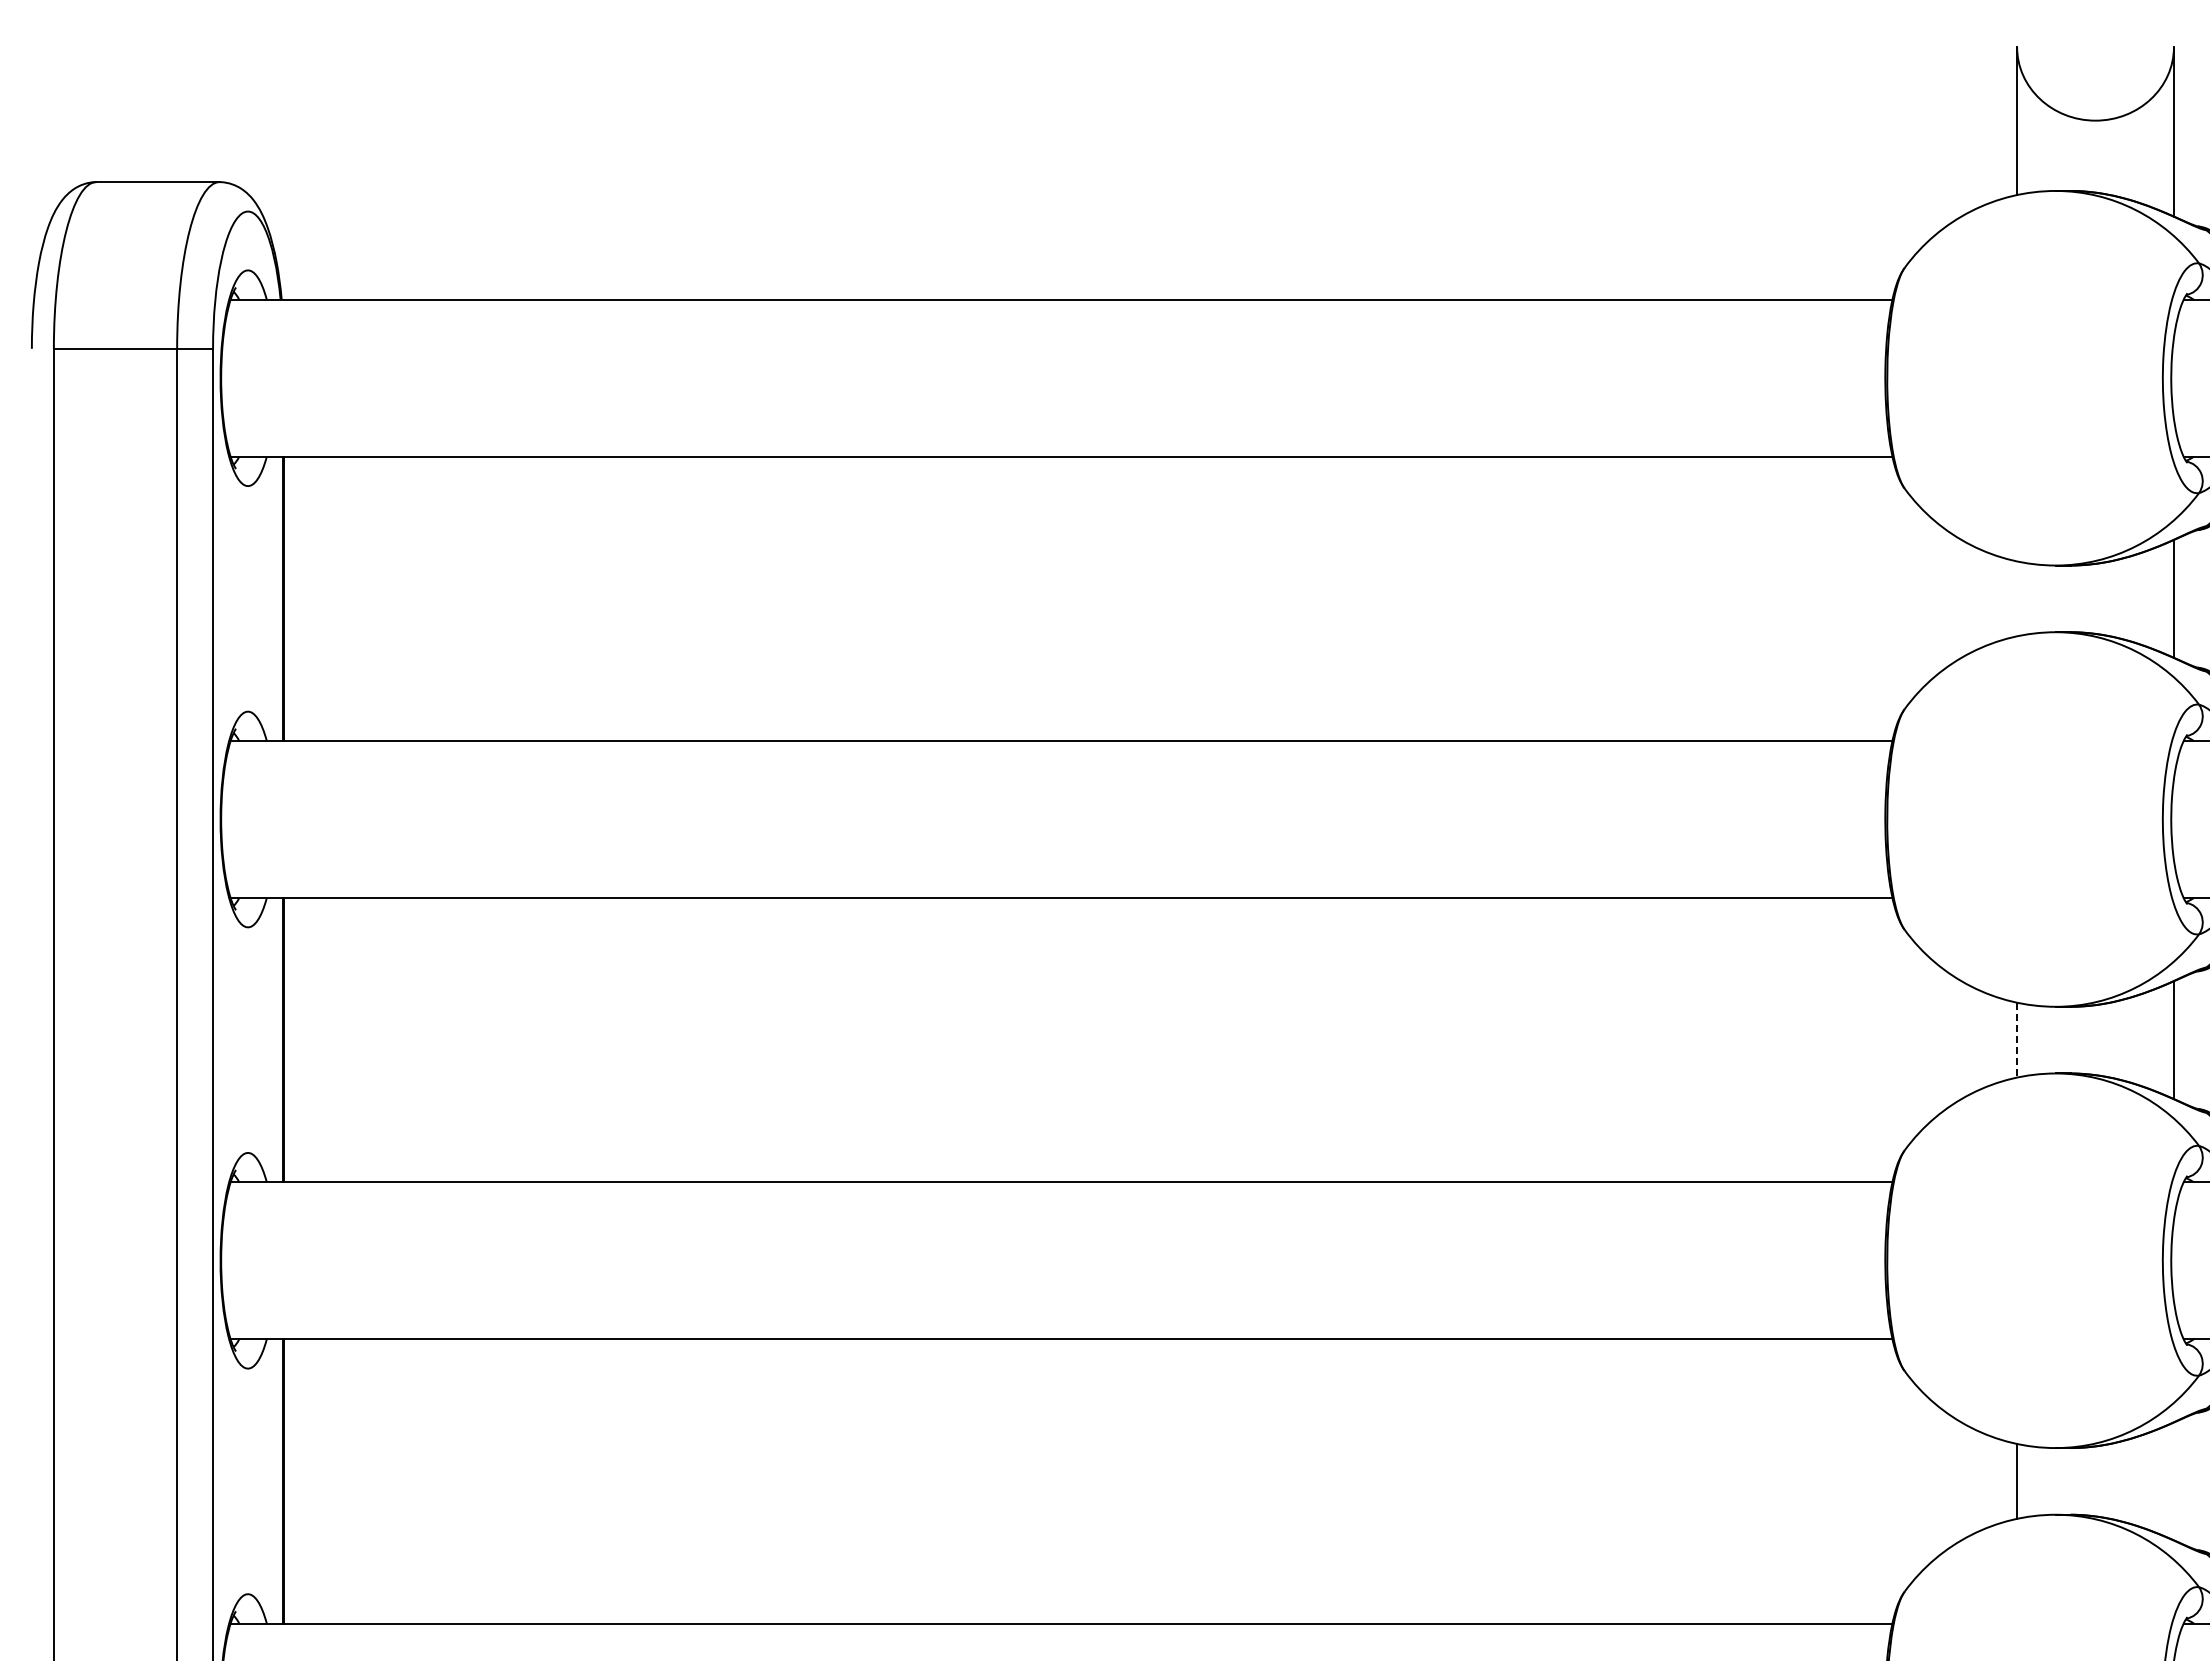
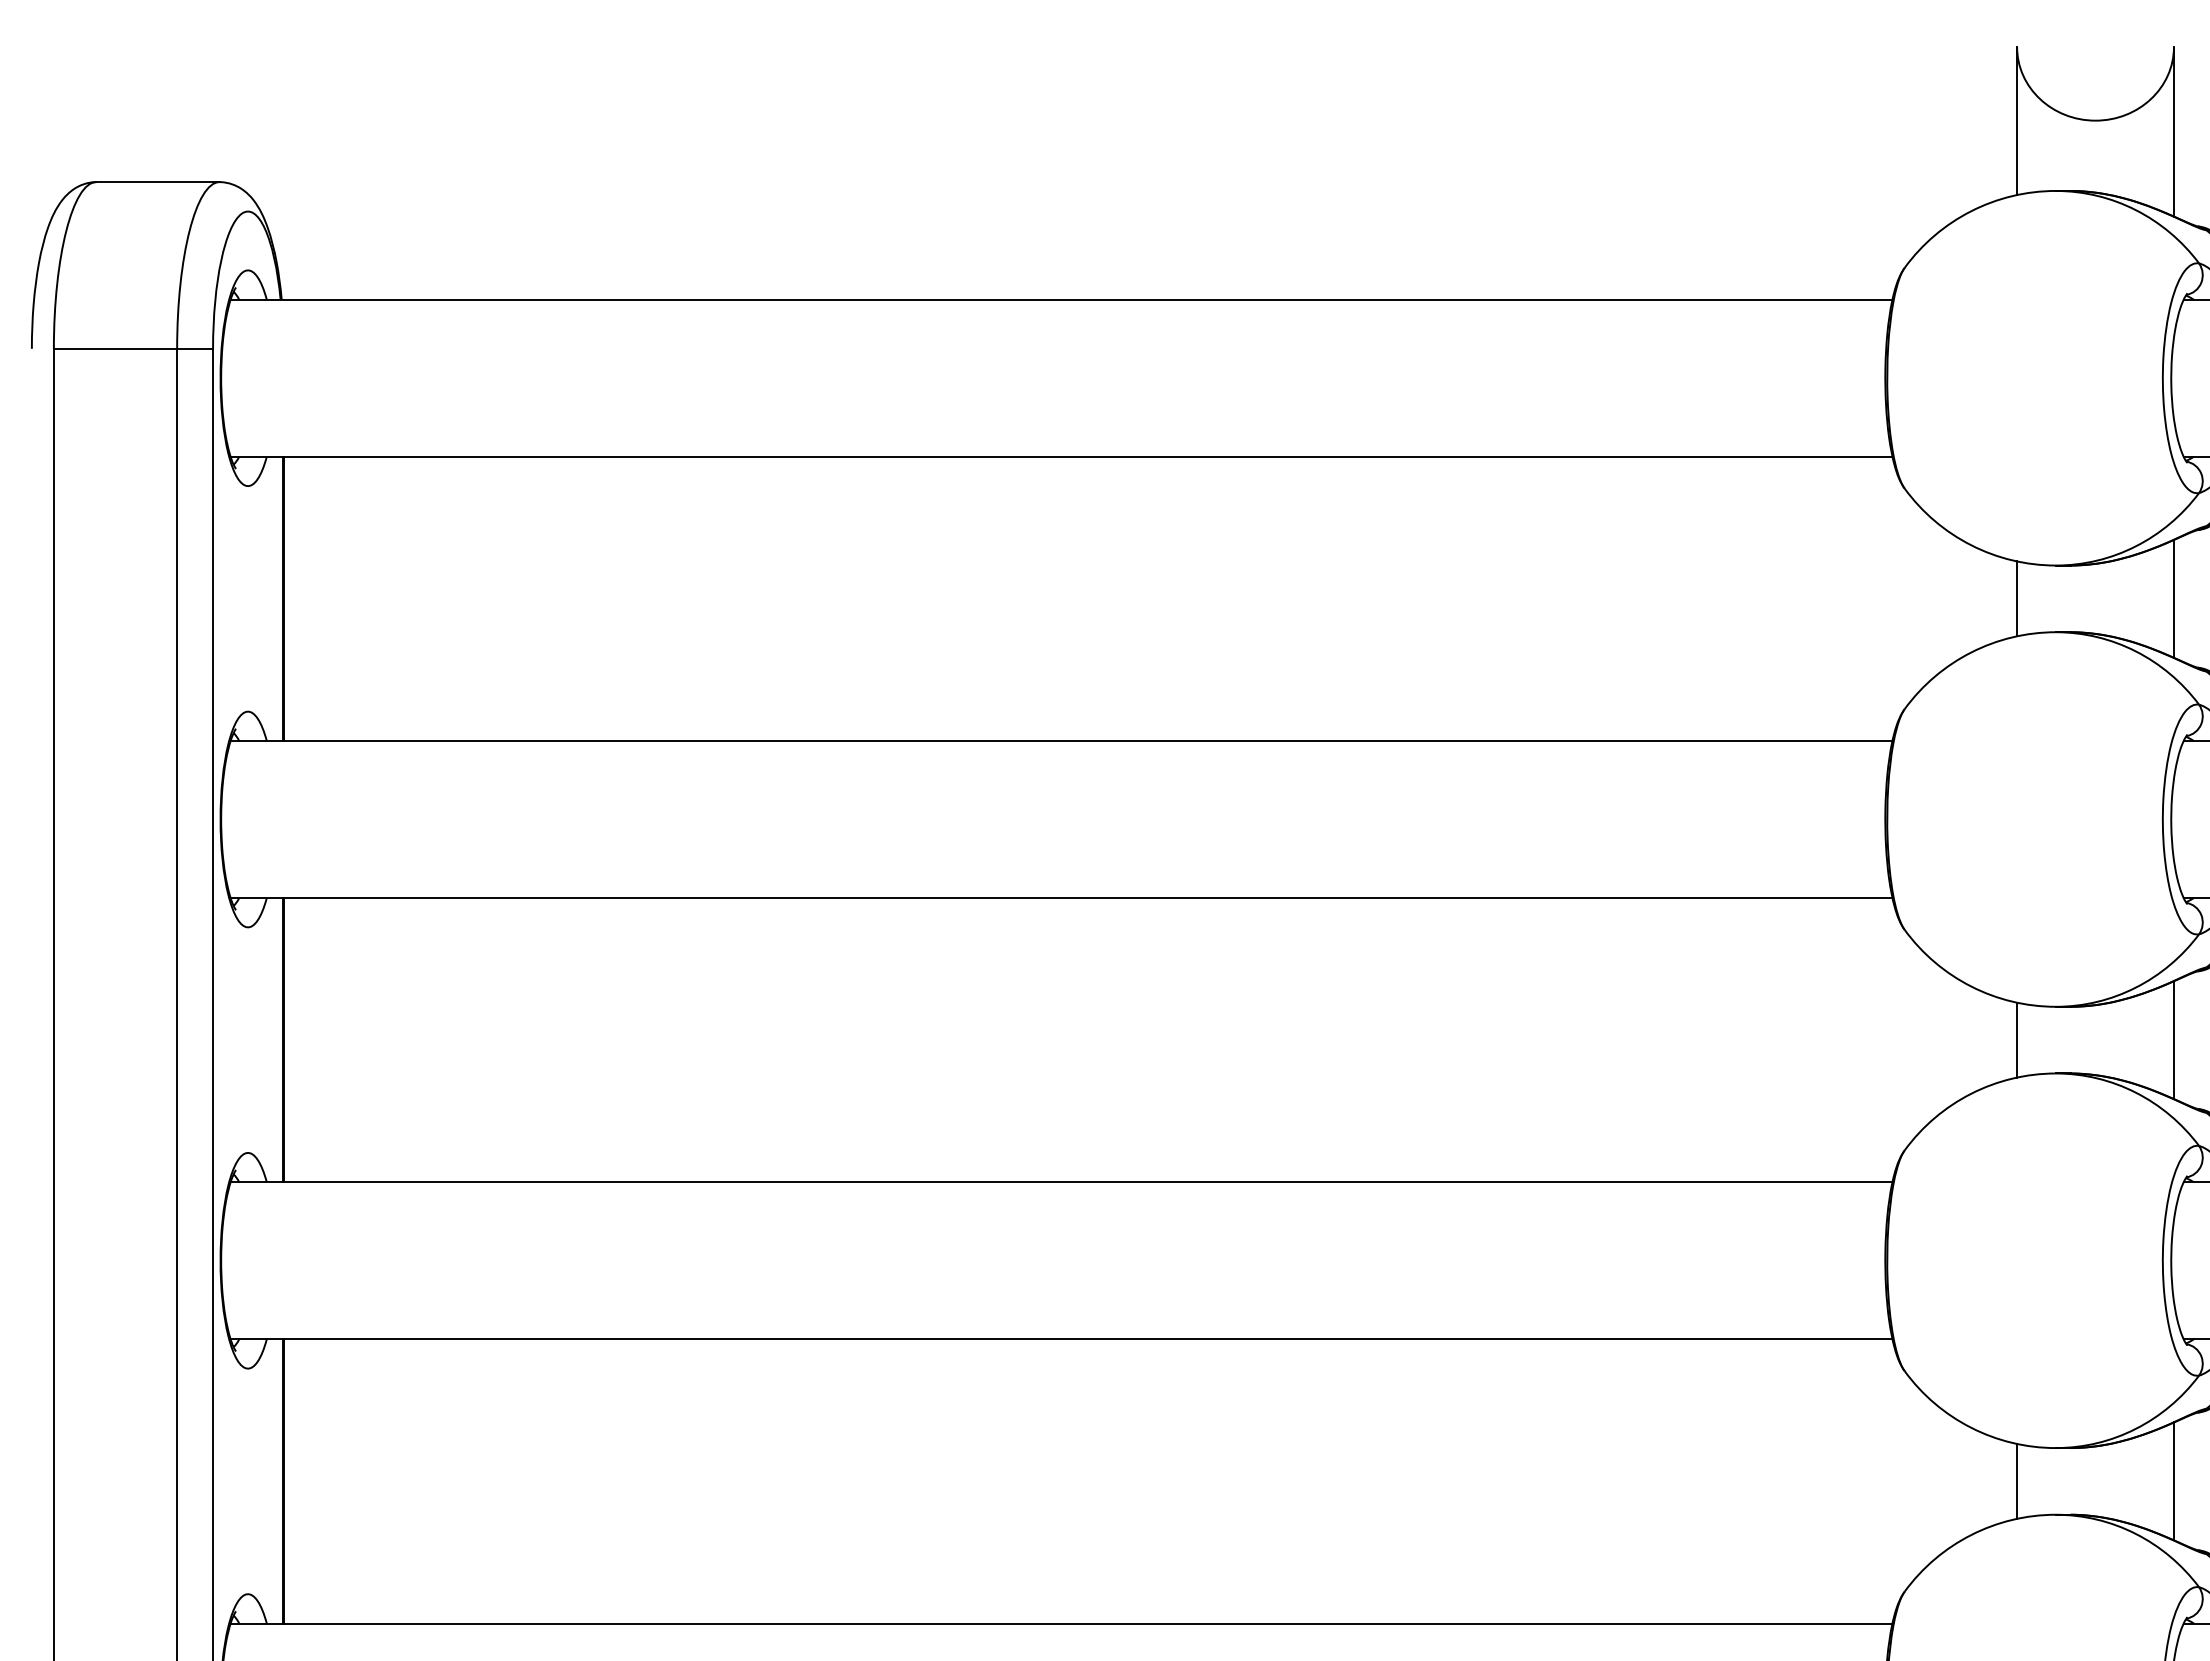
line at (2017, 598): none -> present
line at (2017, 1040): dashed -> solid
line at (2173, 1481): none -> present
